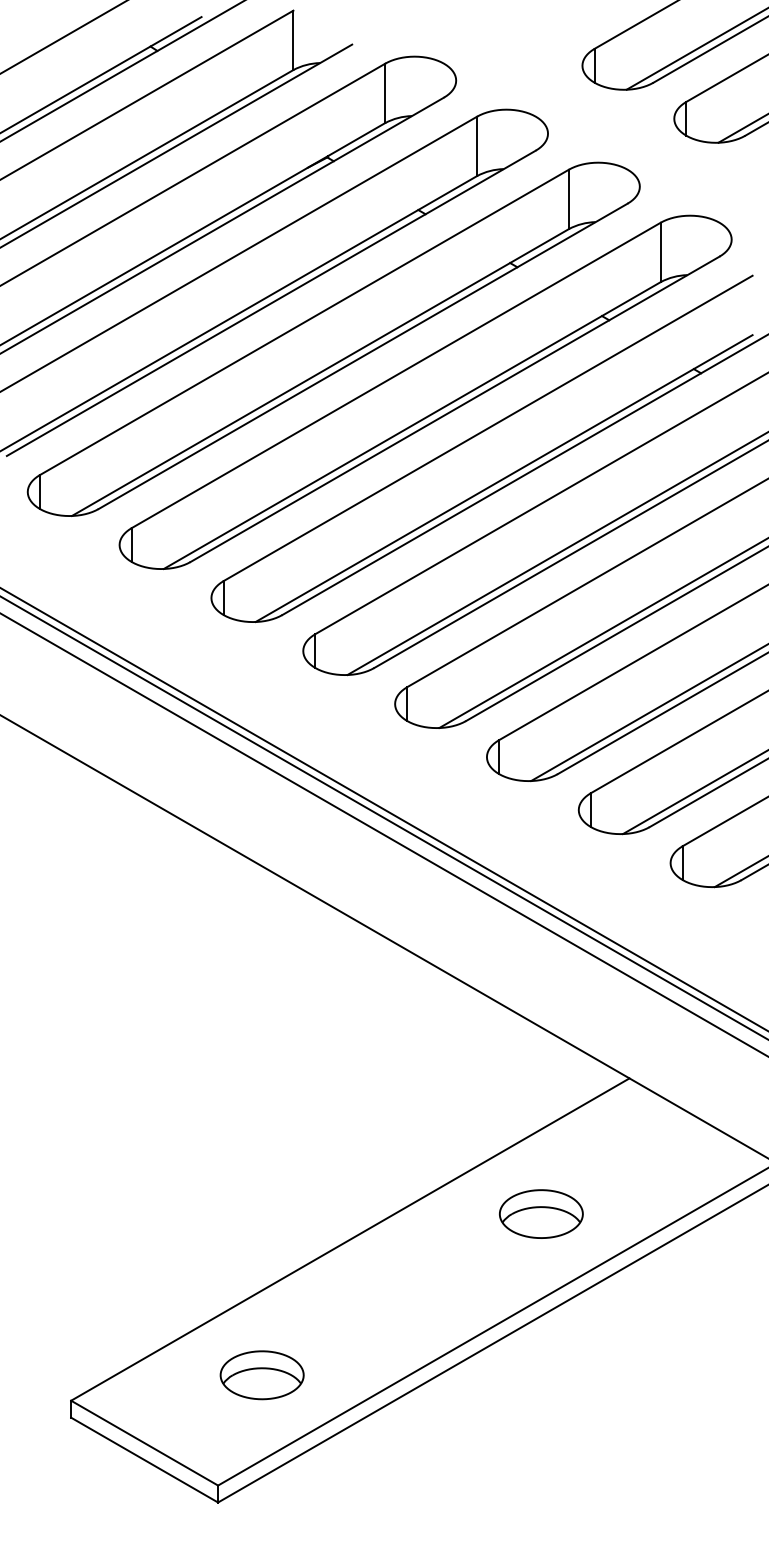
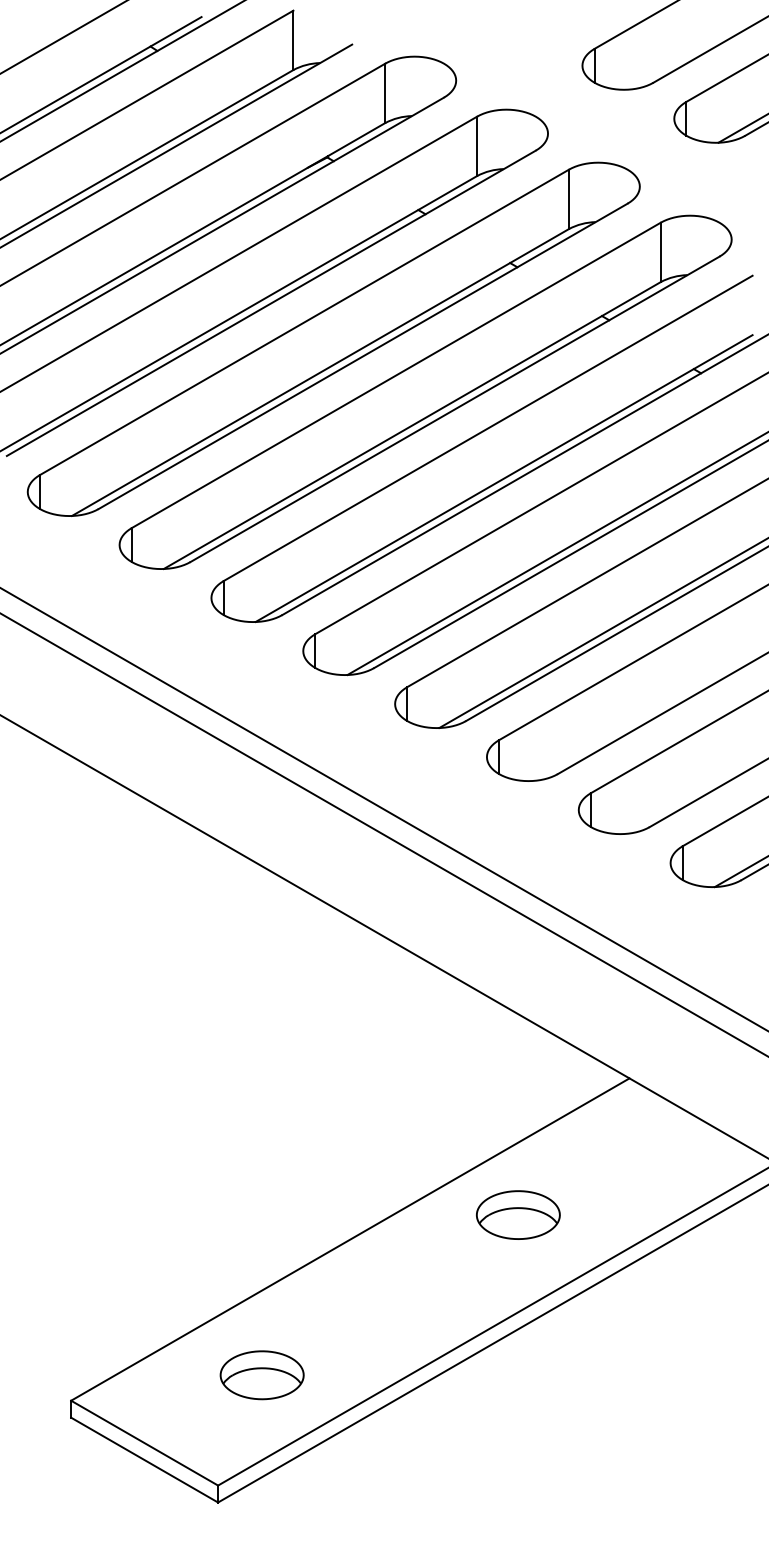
line at (695, 49): present -> none
line at (648, 713): present -> none
line at (693, 792): present -> none
line at (383, 817): present -> none
part at (541, 1213) position: (541, 1213) -> (518, 1214)
